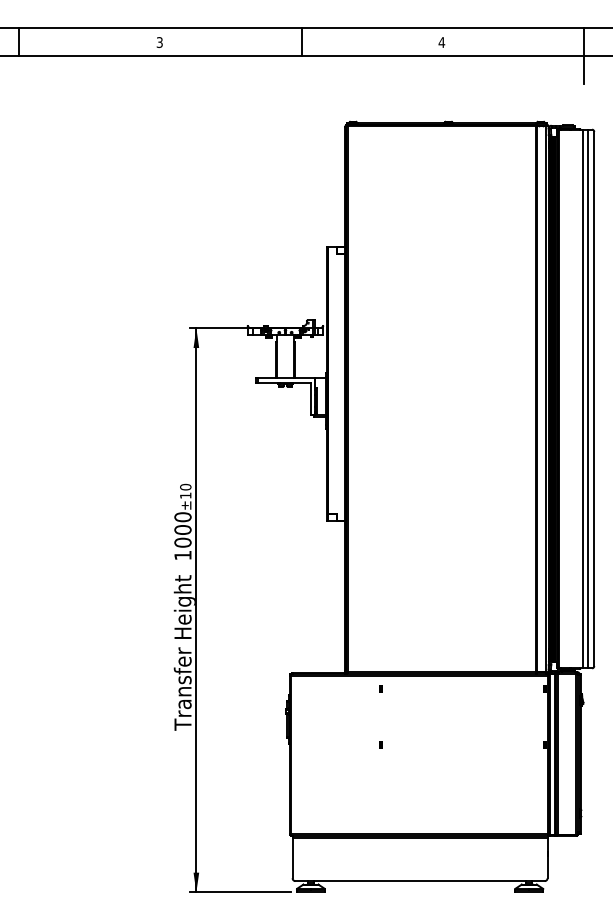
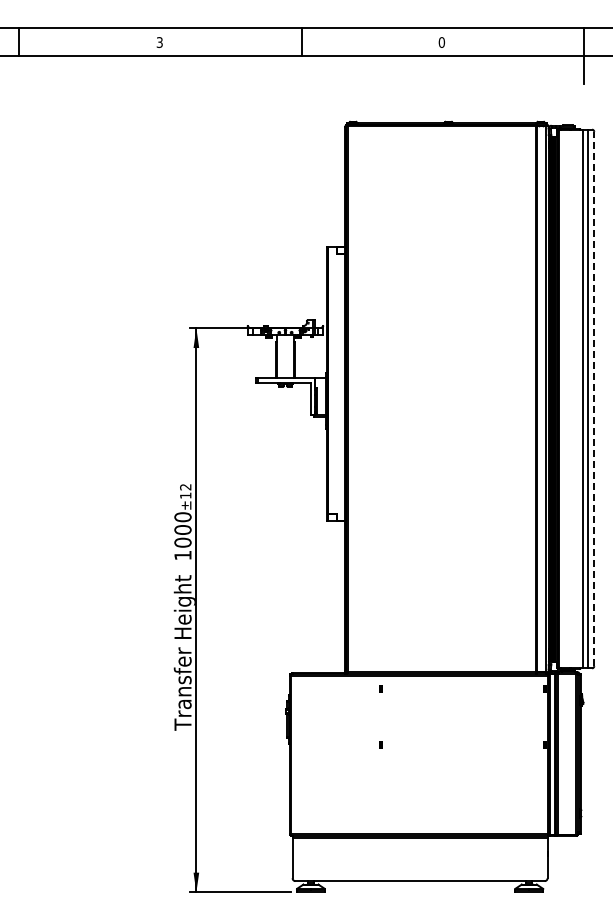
text at (441, 42): 4 -> 0
line at (594, 398): solid -> dashed
text at (185, 486): ±10 -> ±12
